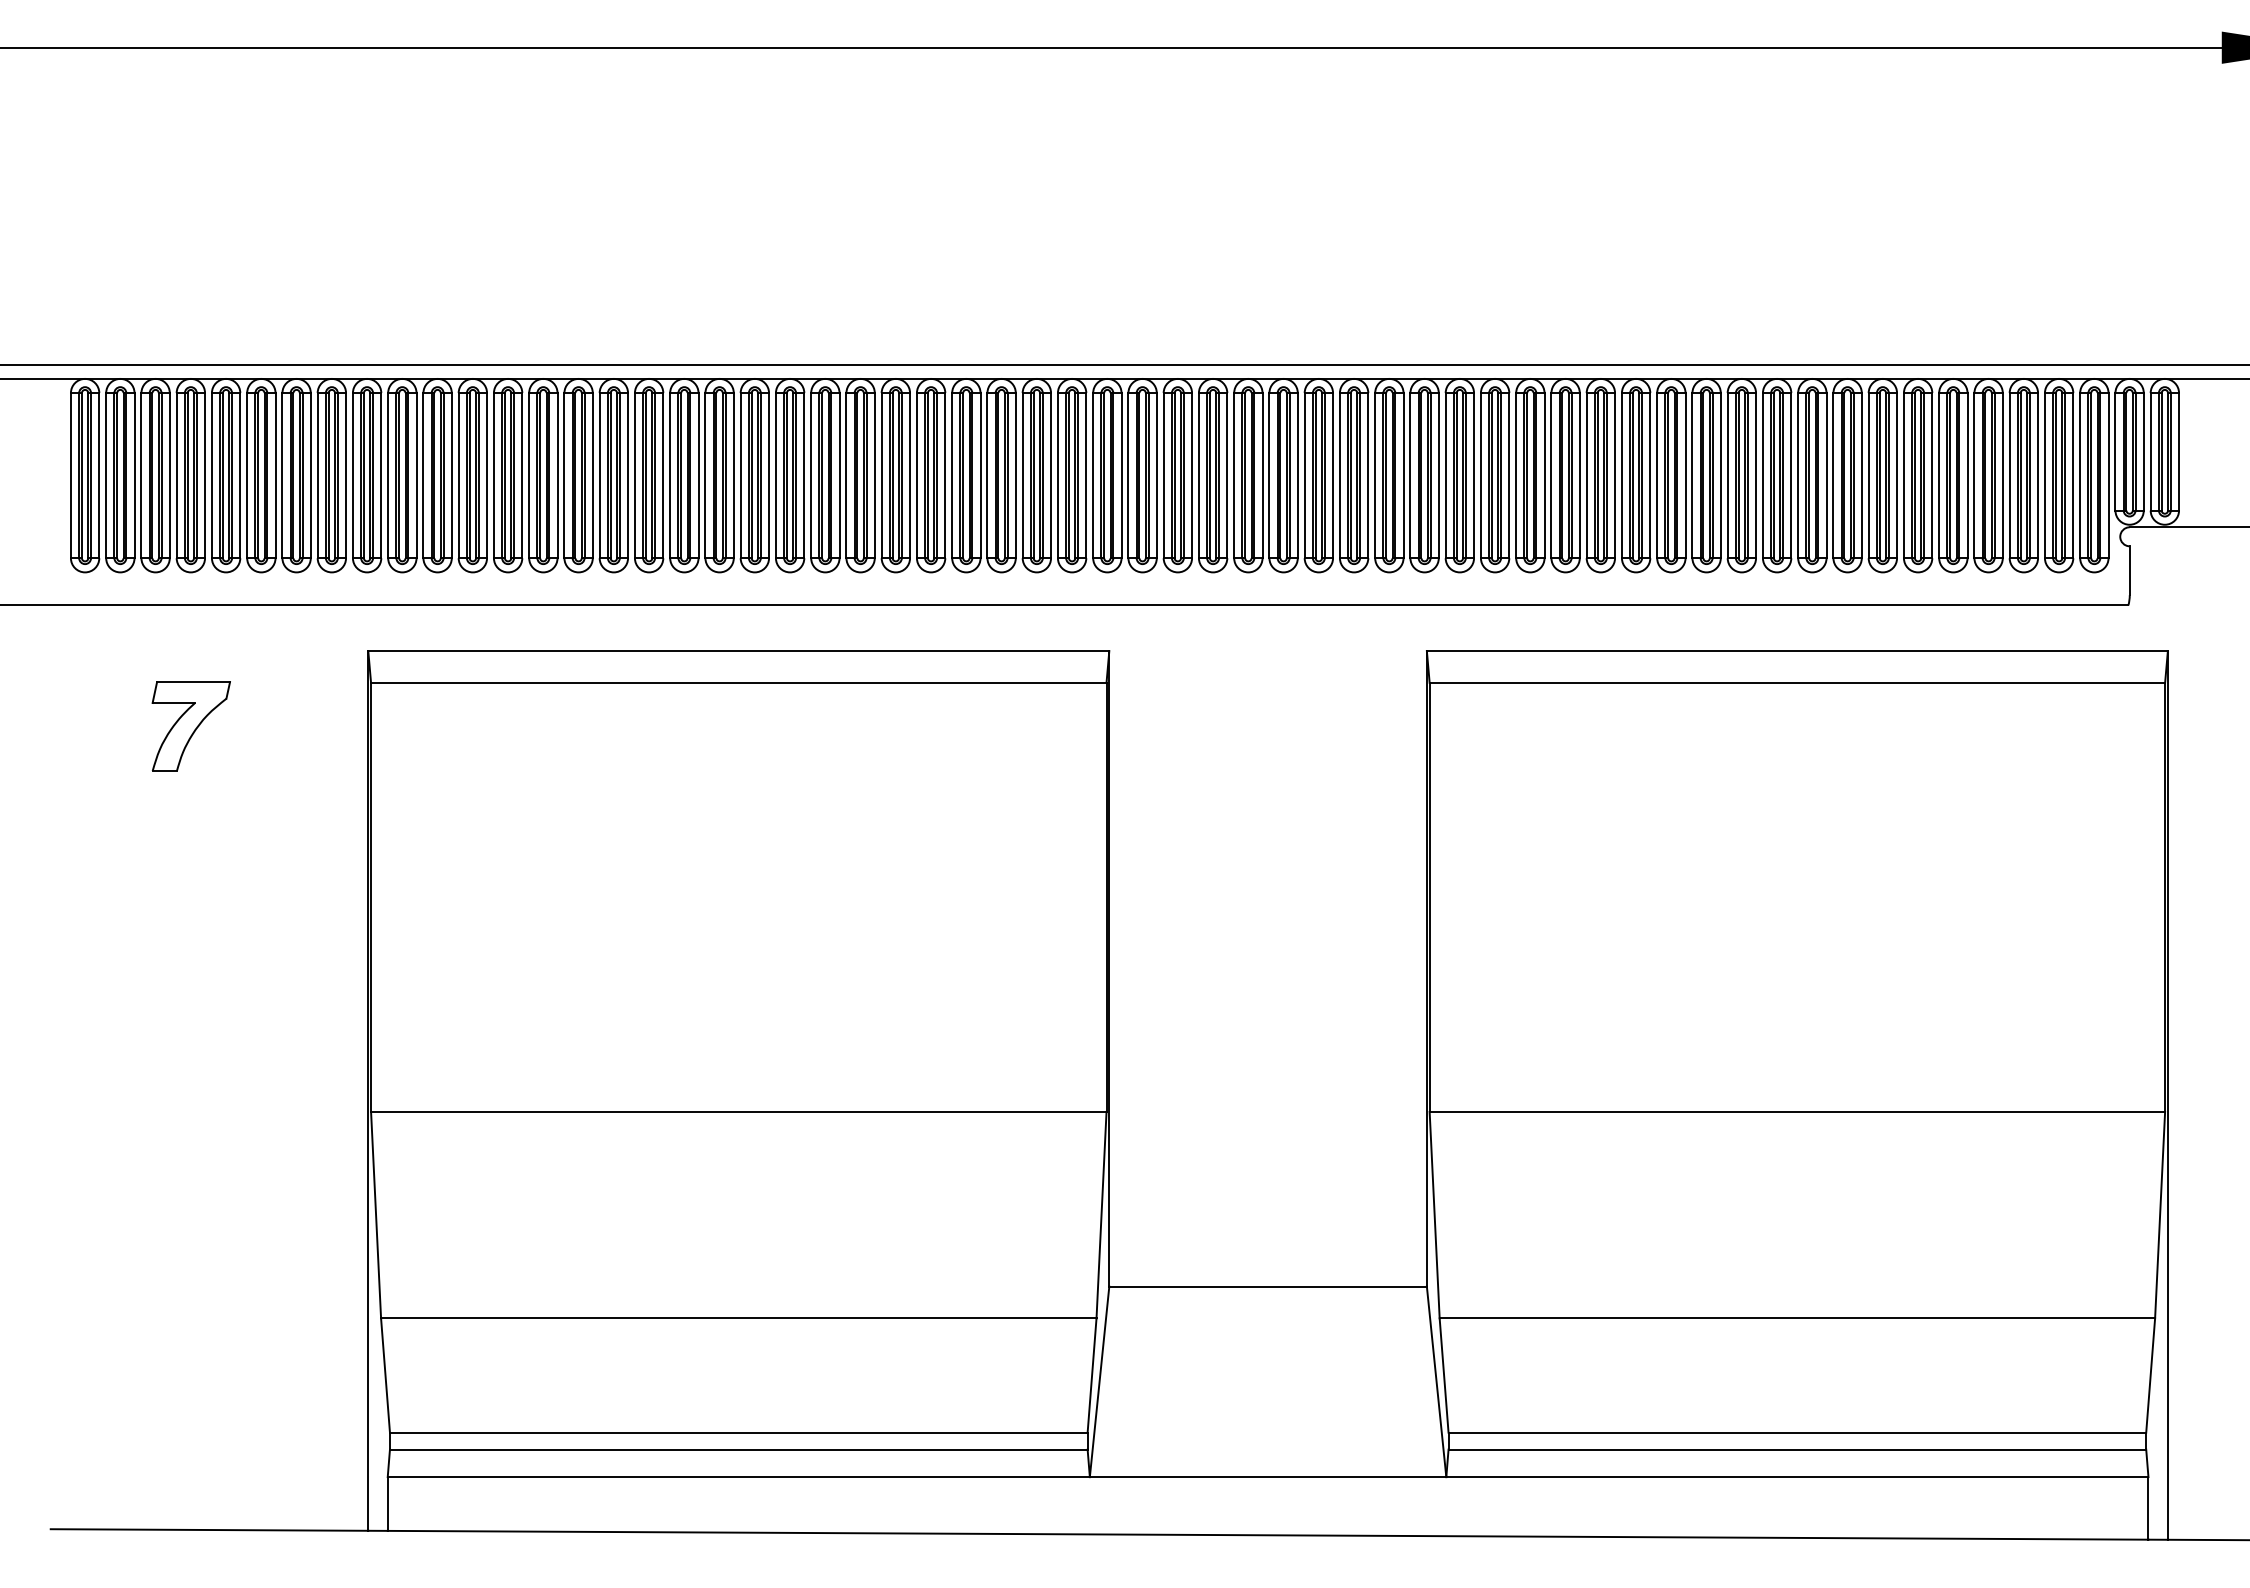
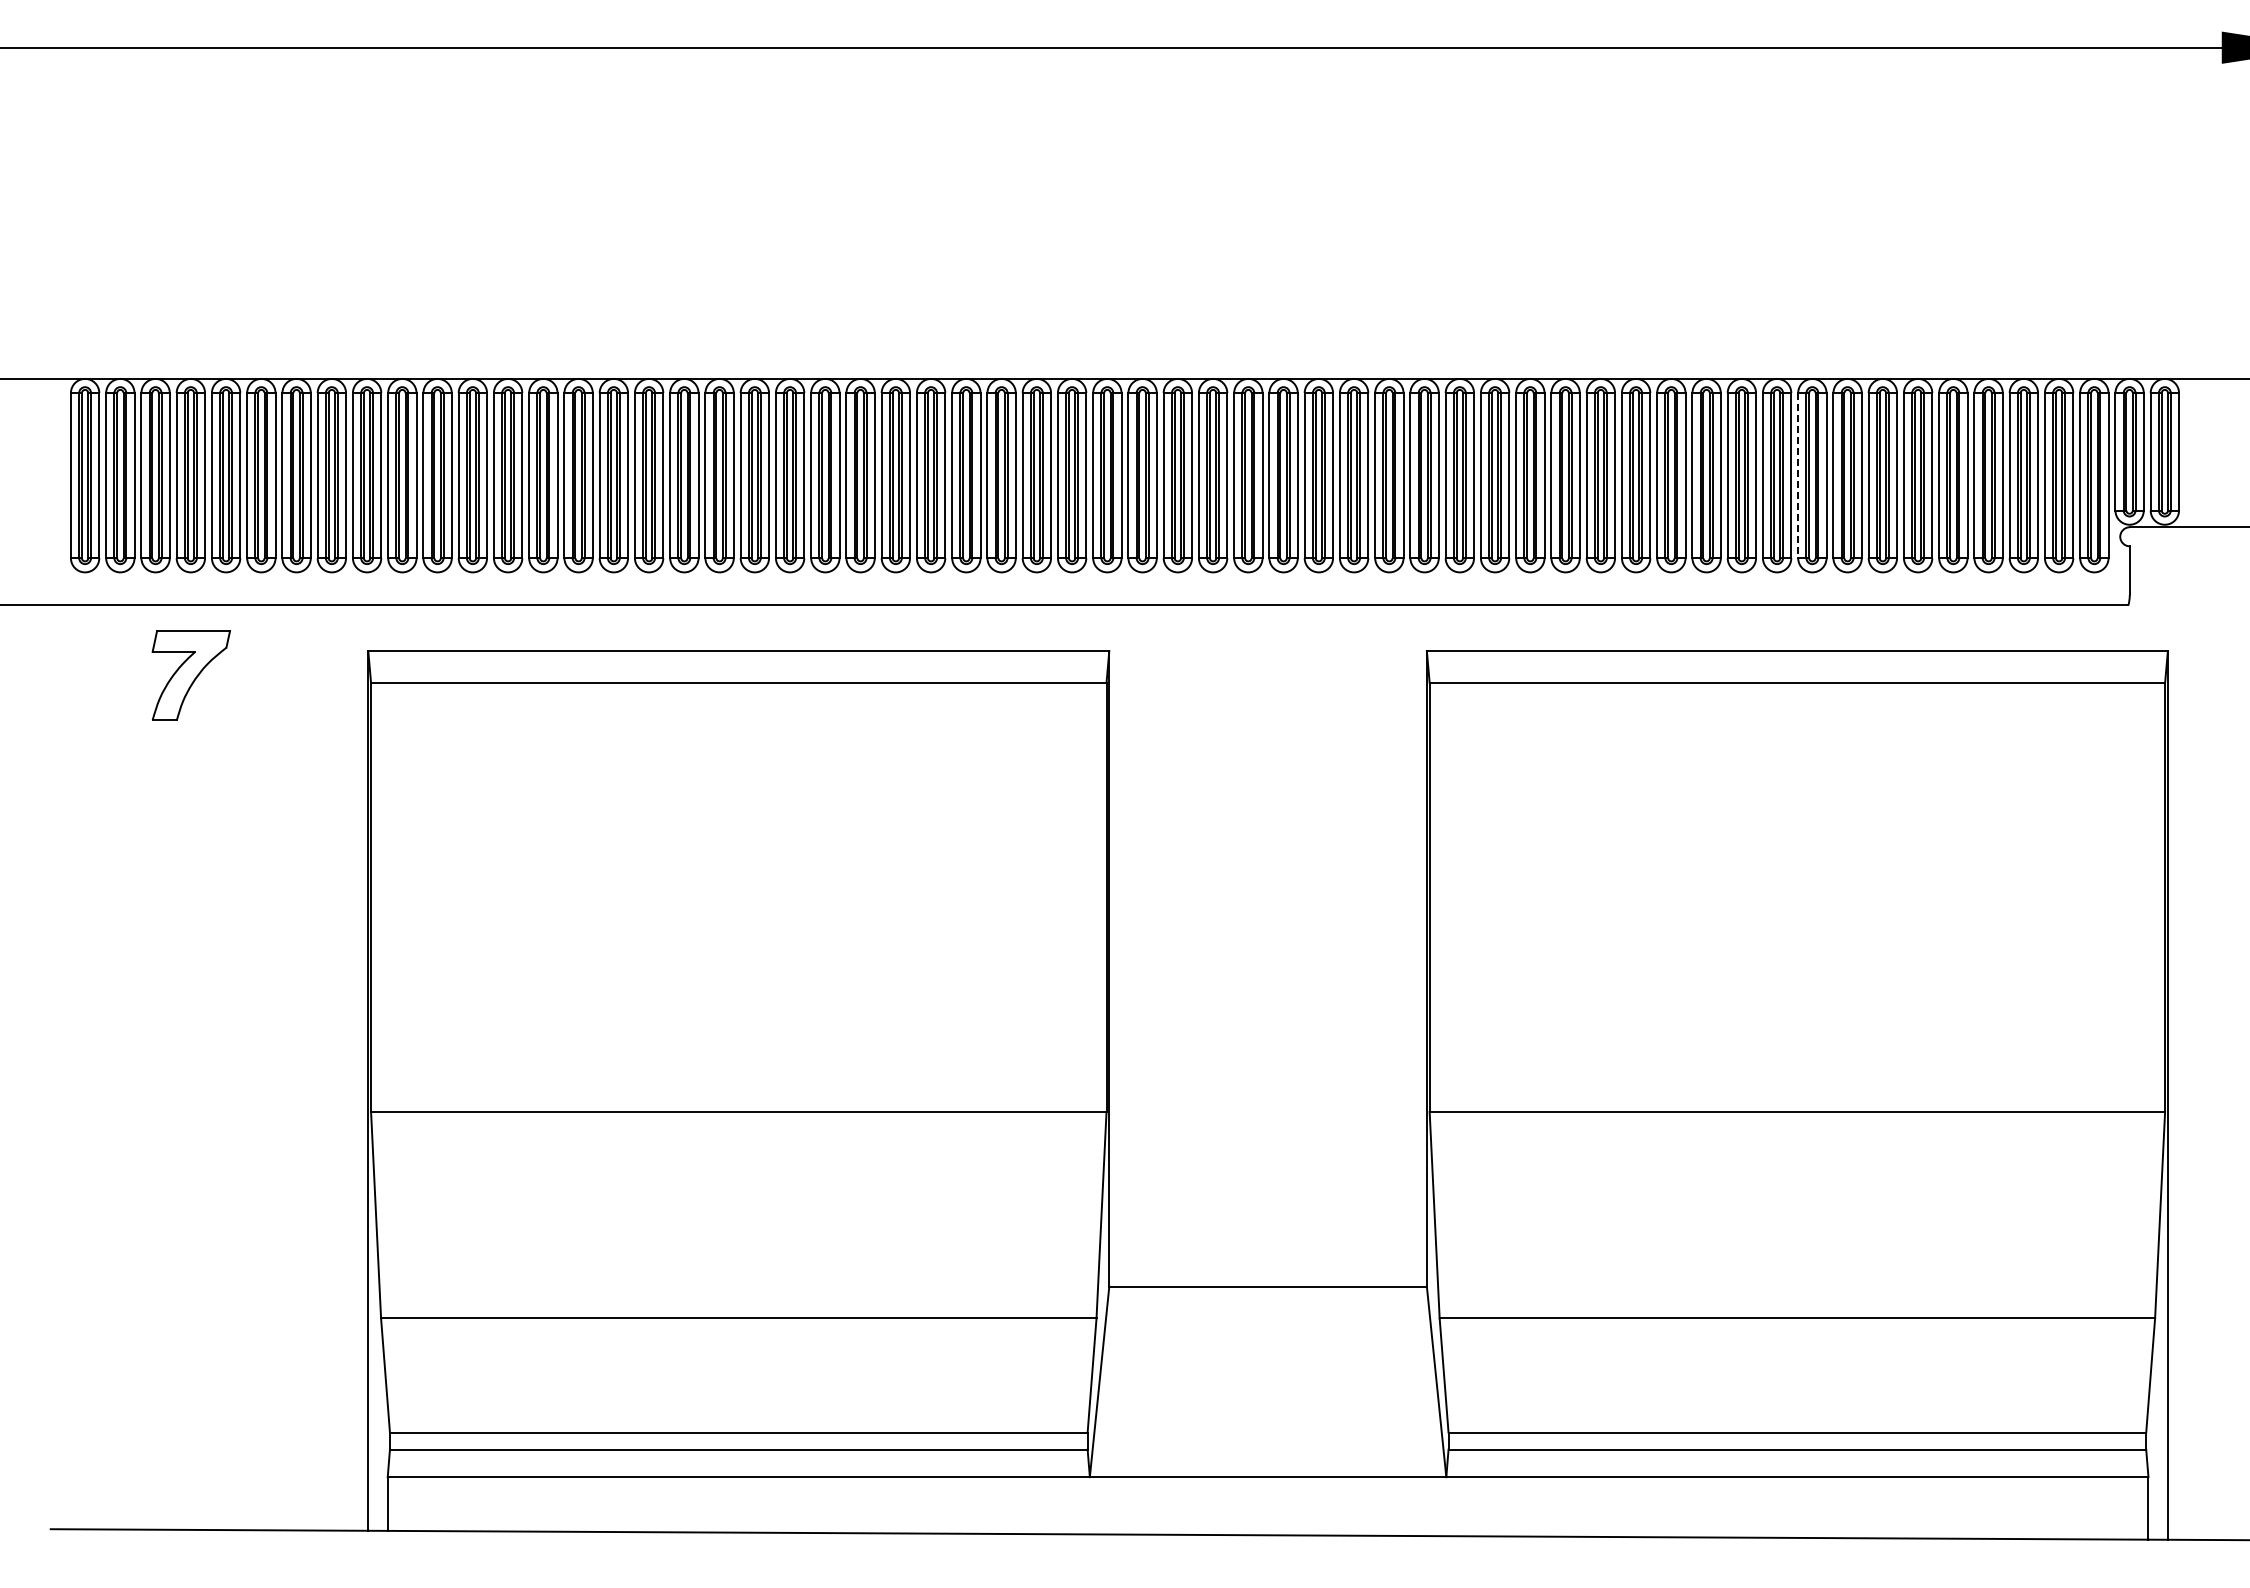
line at (1124, 365): present -> none
line at (1798, 475): solid -> dashed
part at (190, 726) position: (190, 726) -> (190, 675)
